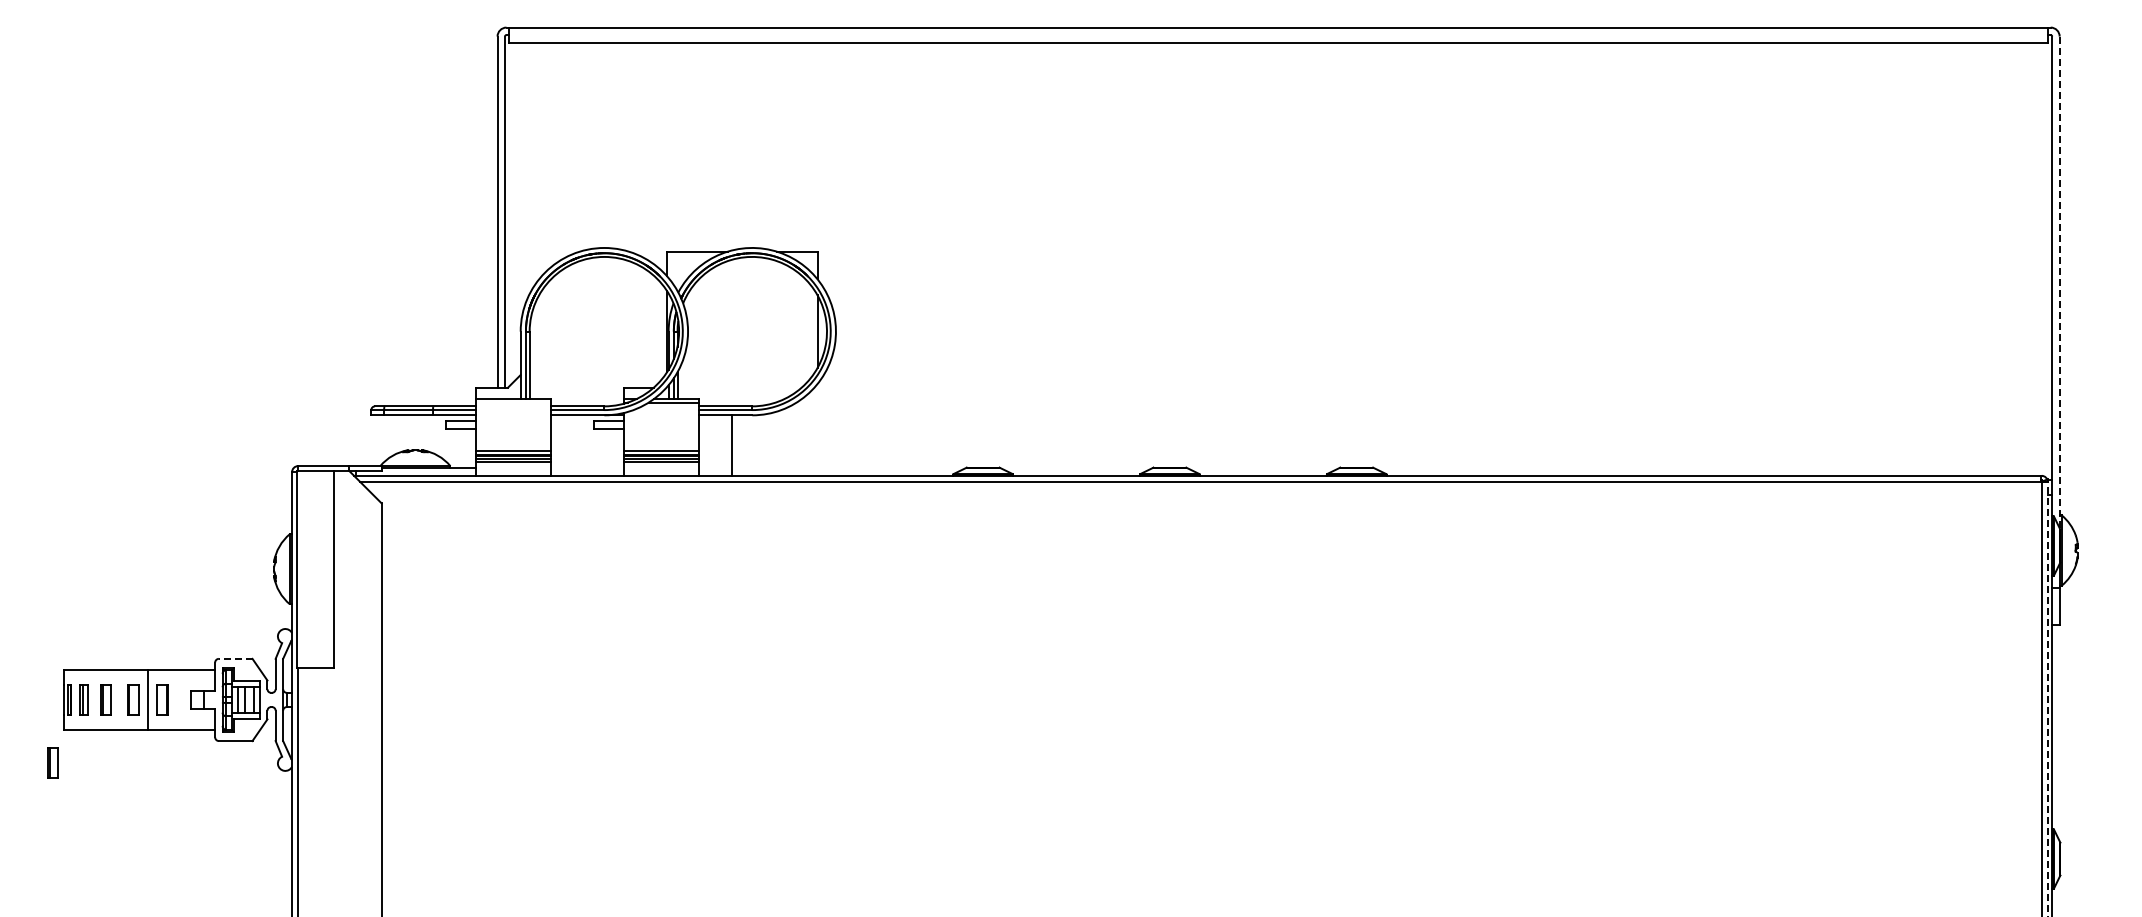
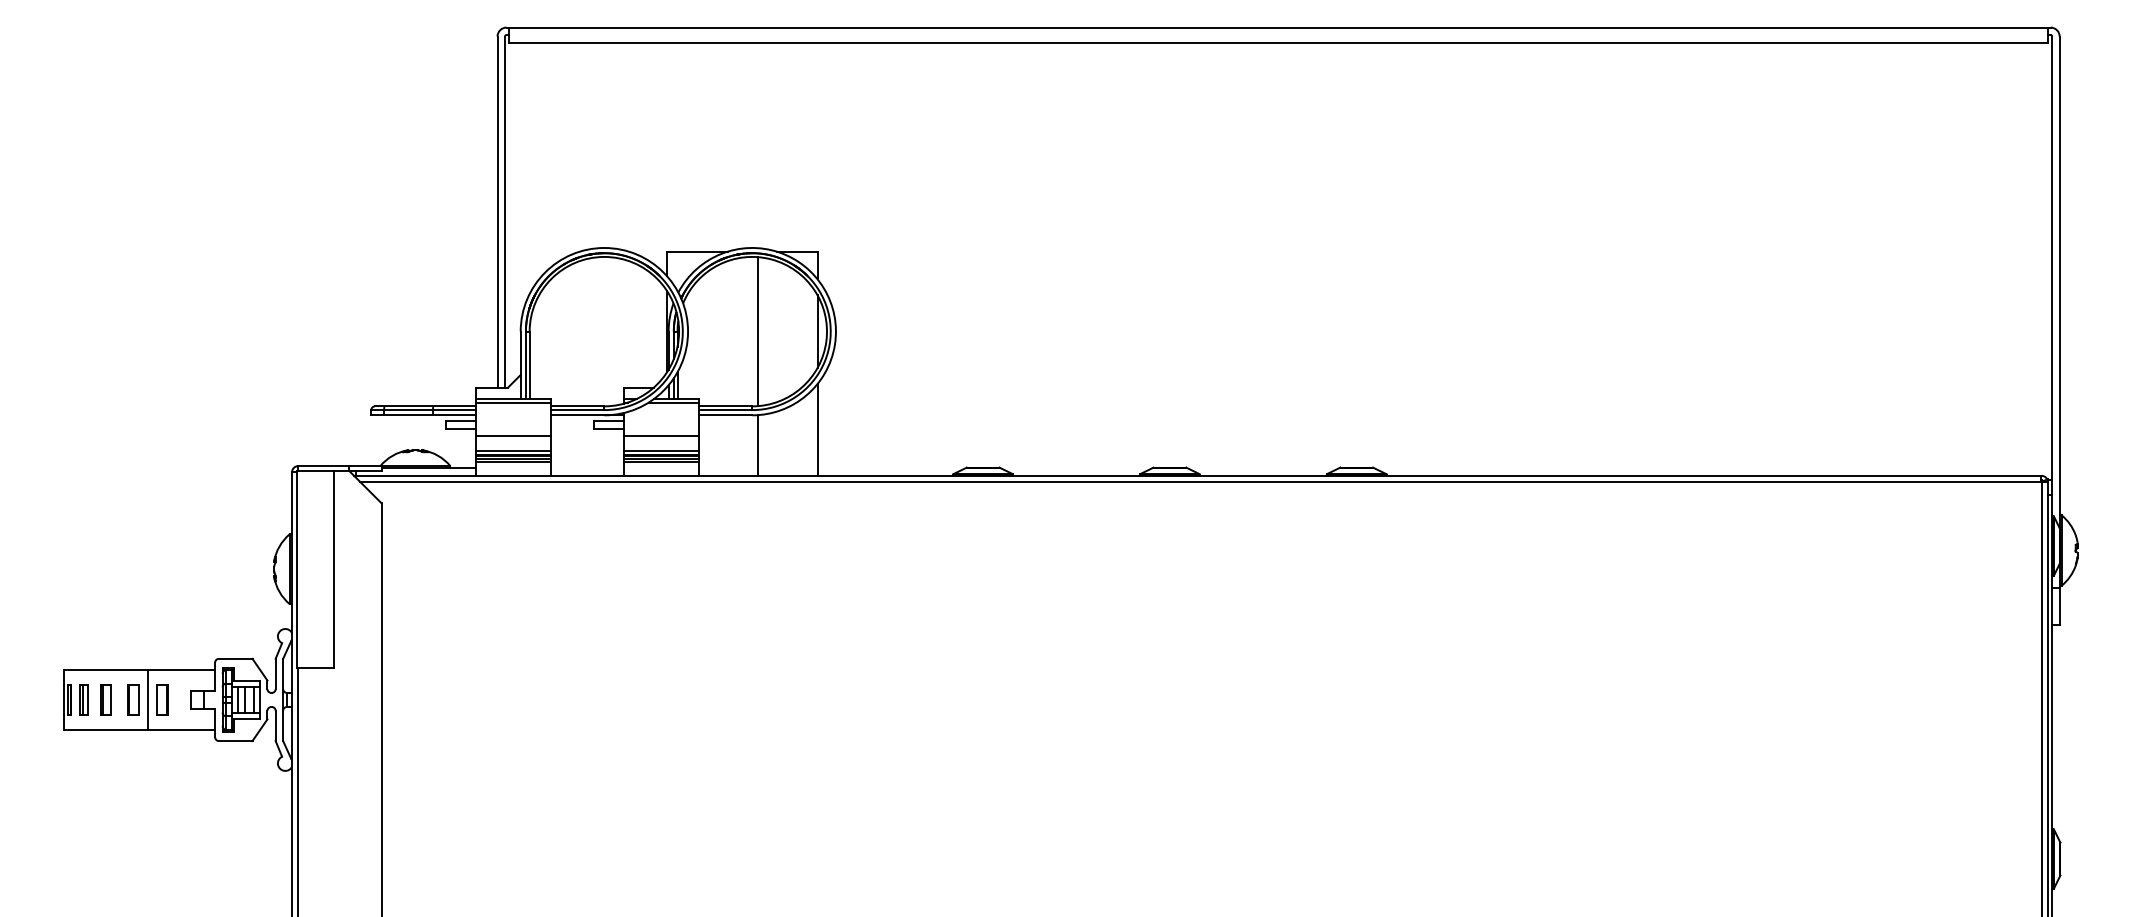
line at (2059, 282): dashed -> solid
line at (758, 331): none -> present
line at (512, 402): none -> present
line at (817, 429): none -> present
line at (512, 436): none -> present
line at (660, 436): none -> present
line at (732, 445) position: (732, 445) -> (758, 445)
line at (235, 658): dashed -> solid
line at (2047, 697): dashed -> solid
part at (52, 762): present -> none
